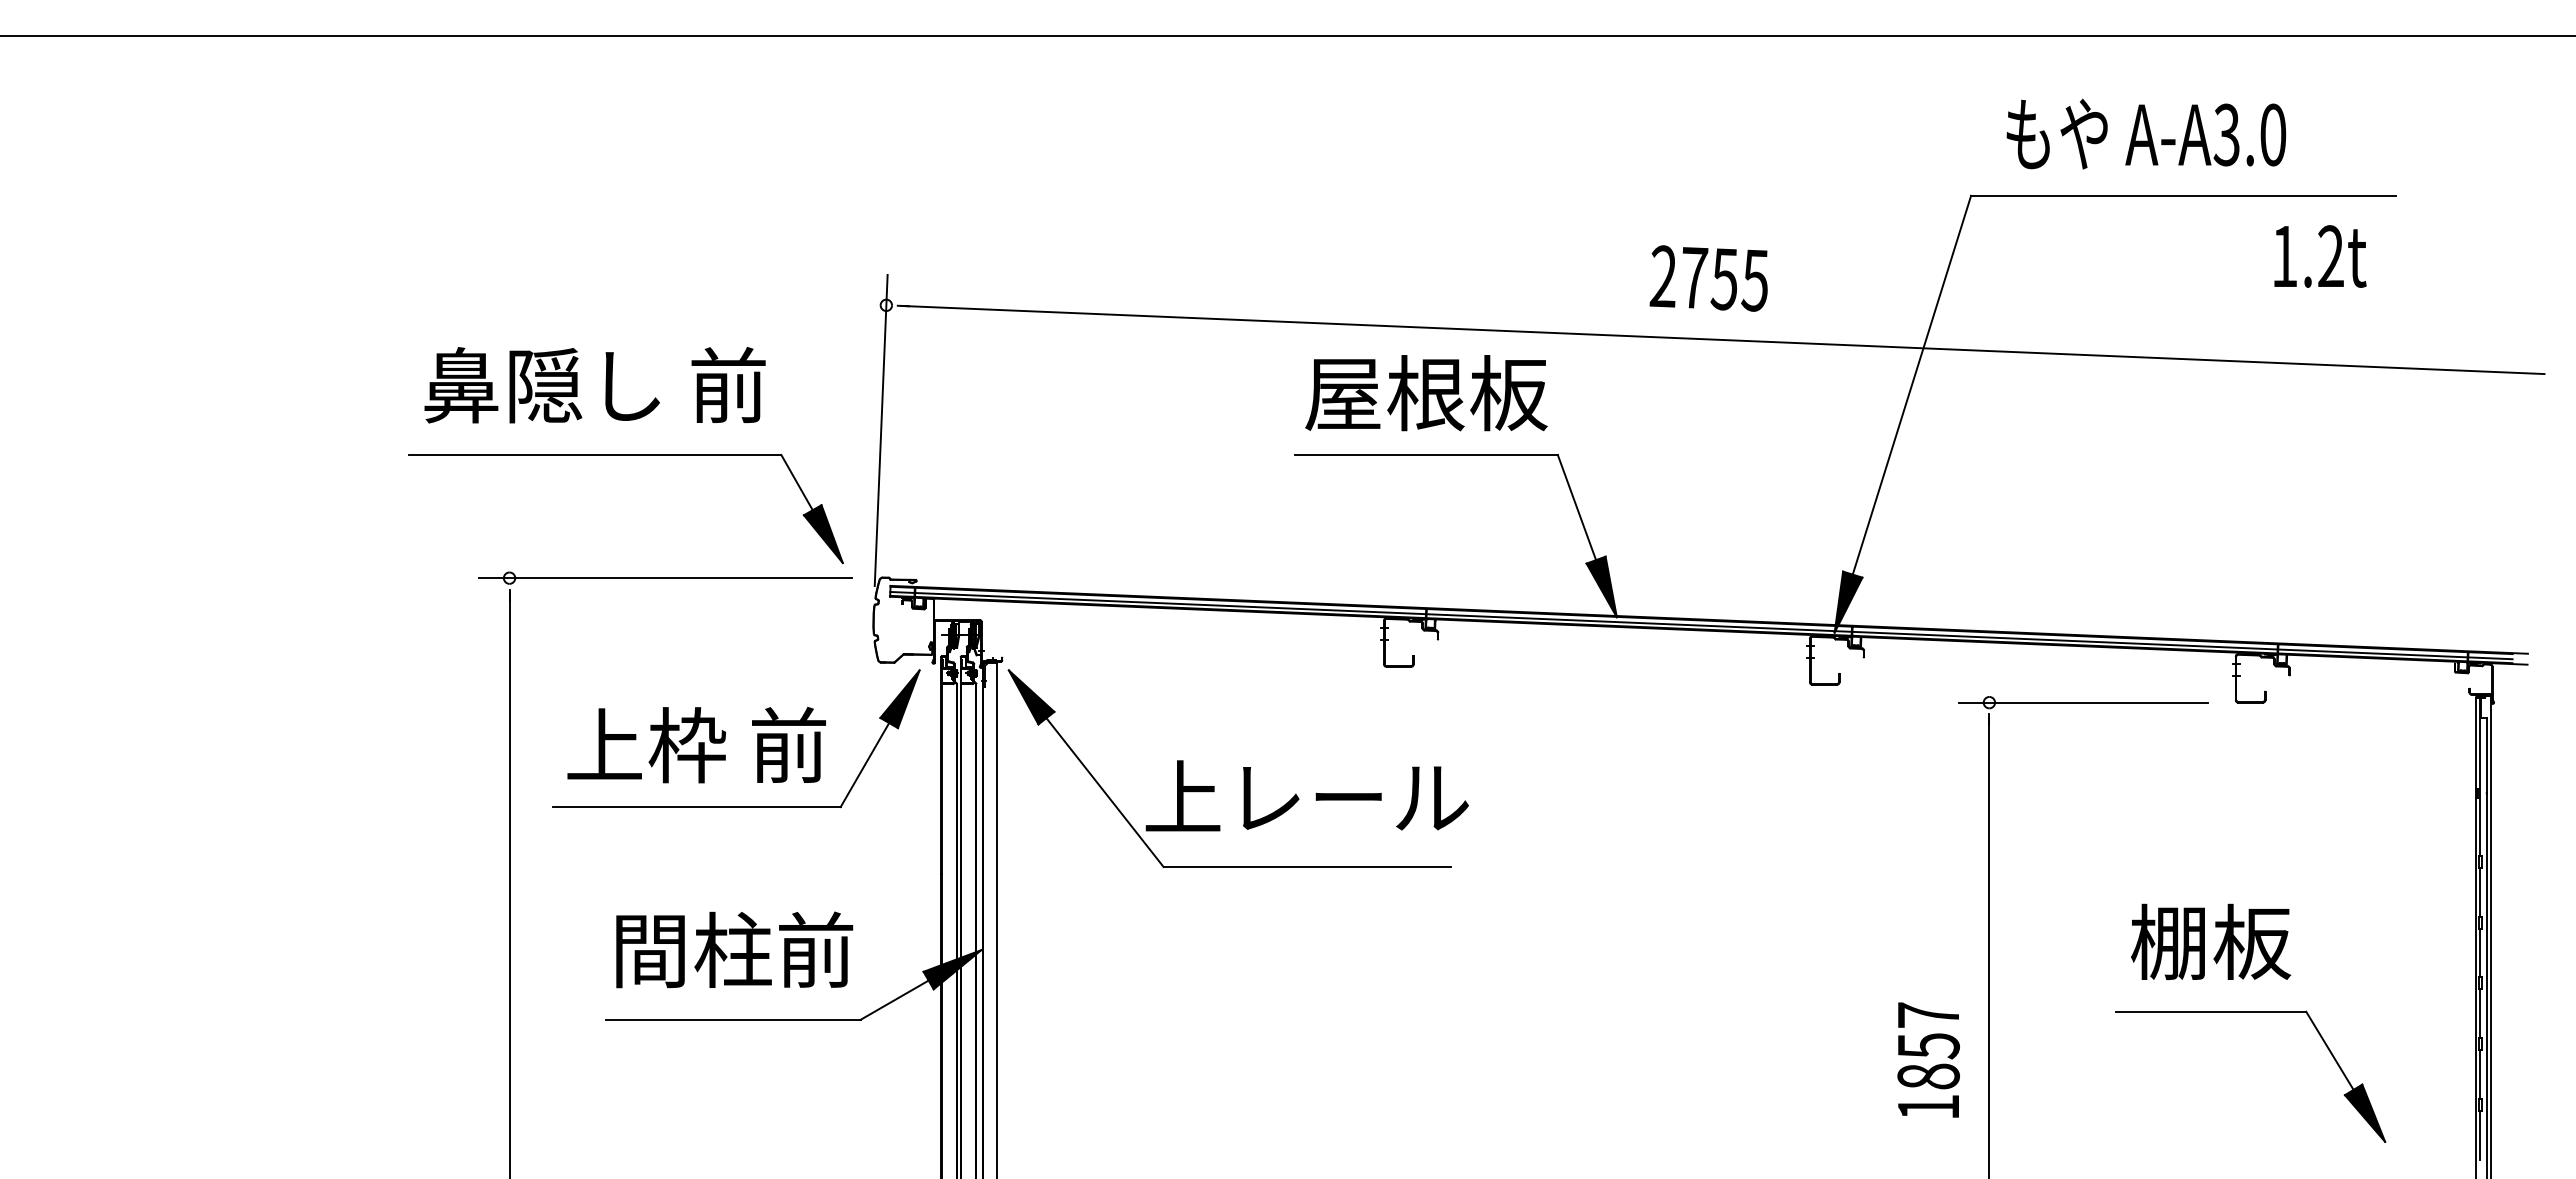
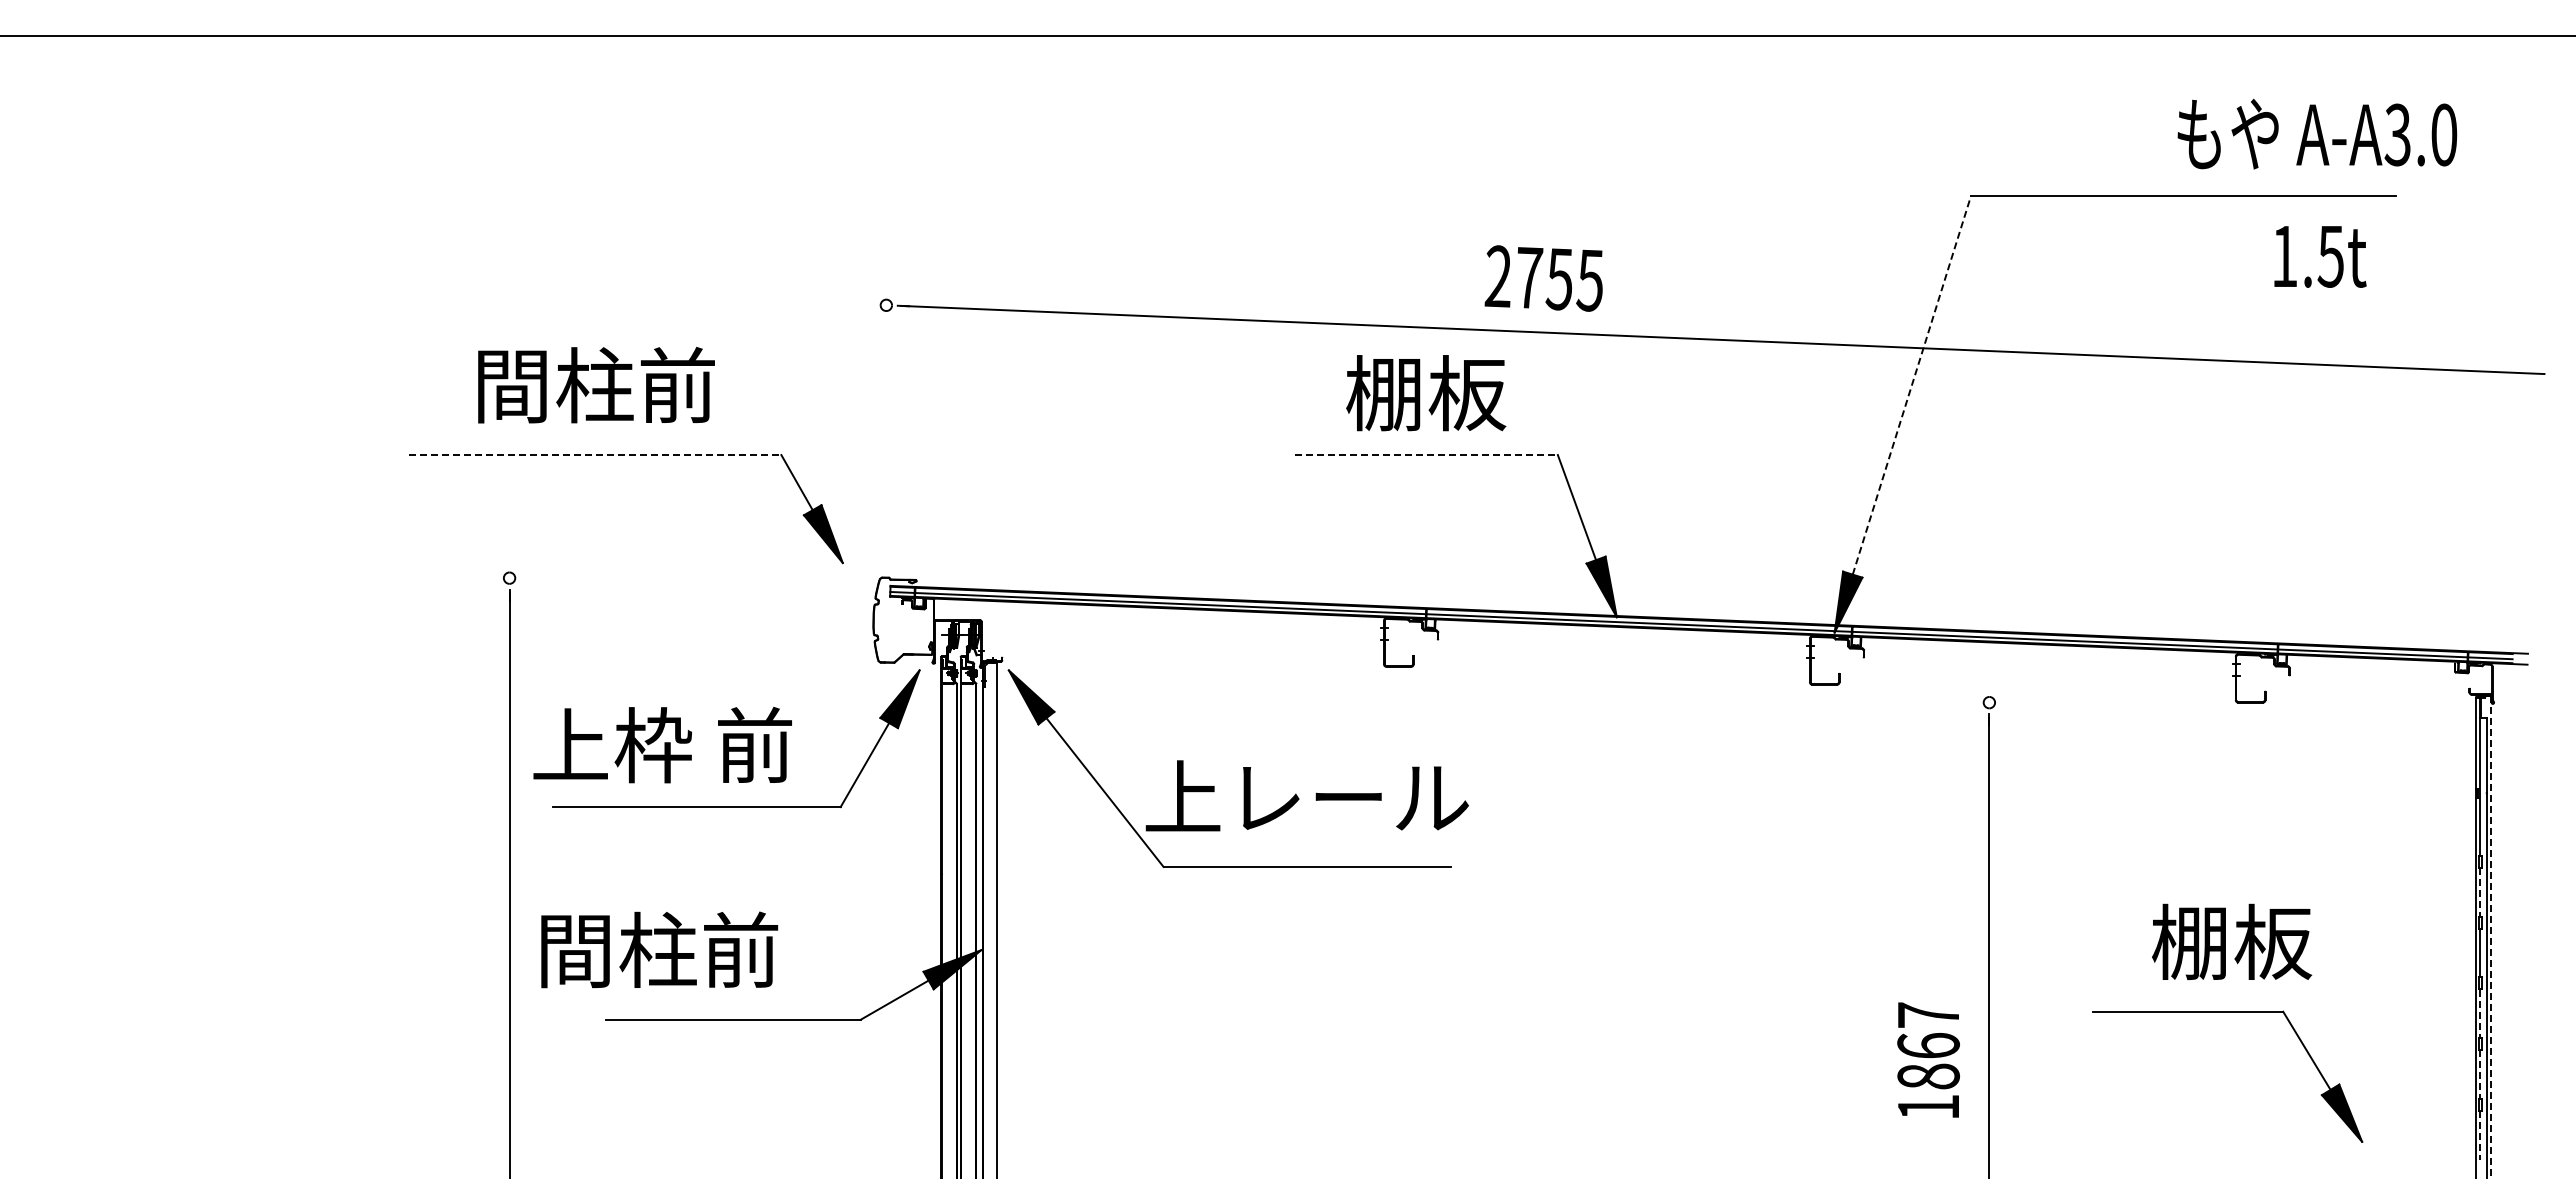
text at (2146, 133) position: (2146, 133) -> (2317, 133)
text at (2330, 256): 1.2t -> 1.5t
text at (1708, 278) position: (1708, 278) -> (1543, 278)
text at (594, 384): 鼻隠し 前 -> 間柱前
line at (1912, 384): solid -> dashed
text at (1426, 393): 屋根板 -> 棚板
line at (880, 430): present -> none
line at (595, 455): solid -> dashed
line at (1426, 455): solid -> dashed
line at (665, 578): present -> none
line at (2083, 702): present -> none
text at (696, 744) position: (696, 744) -> (662, 744)
line at (2480, 892): solid -> dashed
line at (2491, 937): solid -> dashed
text at (2211, 941) position: (2211, 941) -> (2232, 941)
text at (734, 949) position: (734, 949) -> (659, 949)
part at (2250, 1012) position: (2250, 1012) -> (2227, 1012)
line at (2480, 1013): solid -> dashed
text at (1928, 1046): 1857 -> 1867
line at (2480, 1074): solid -> dashed
line at (2480, 1135): solid -> dashed
